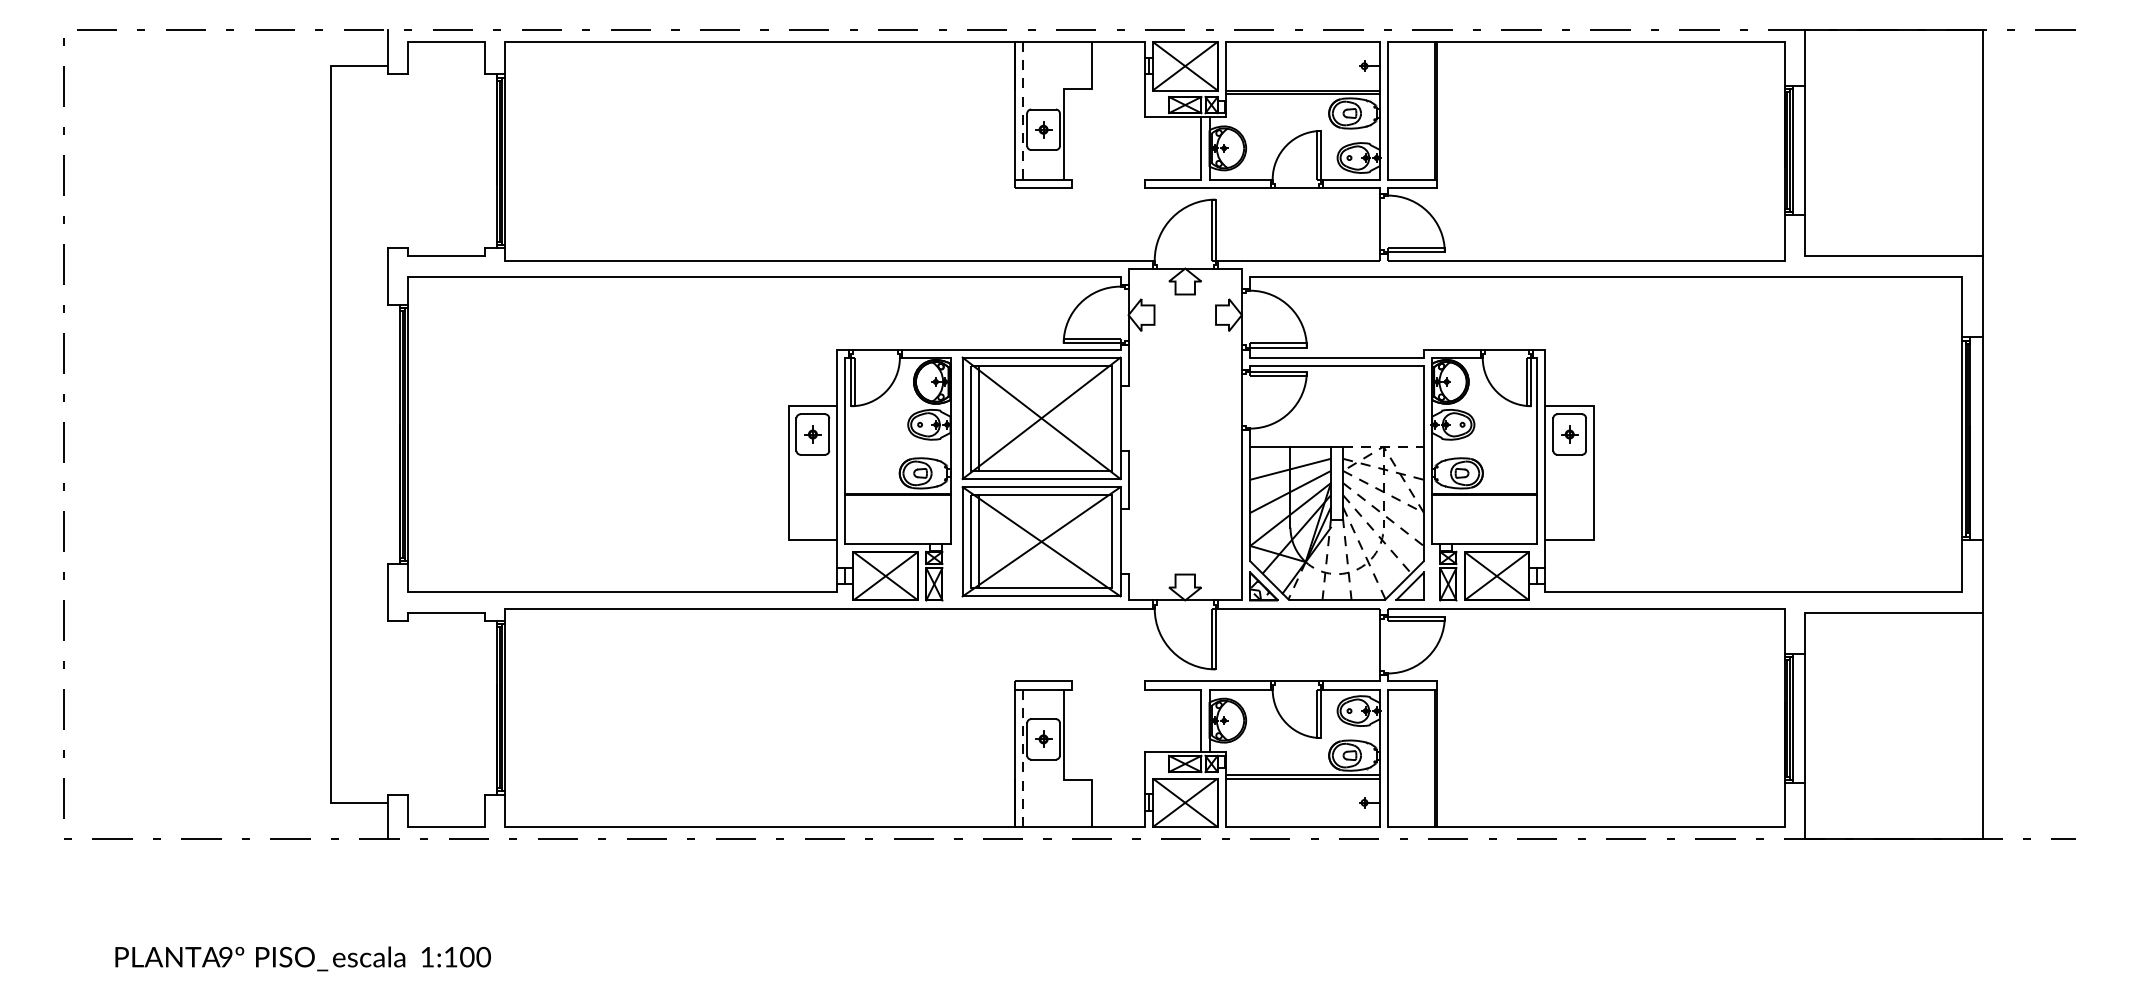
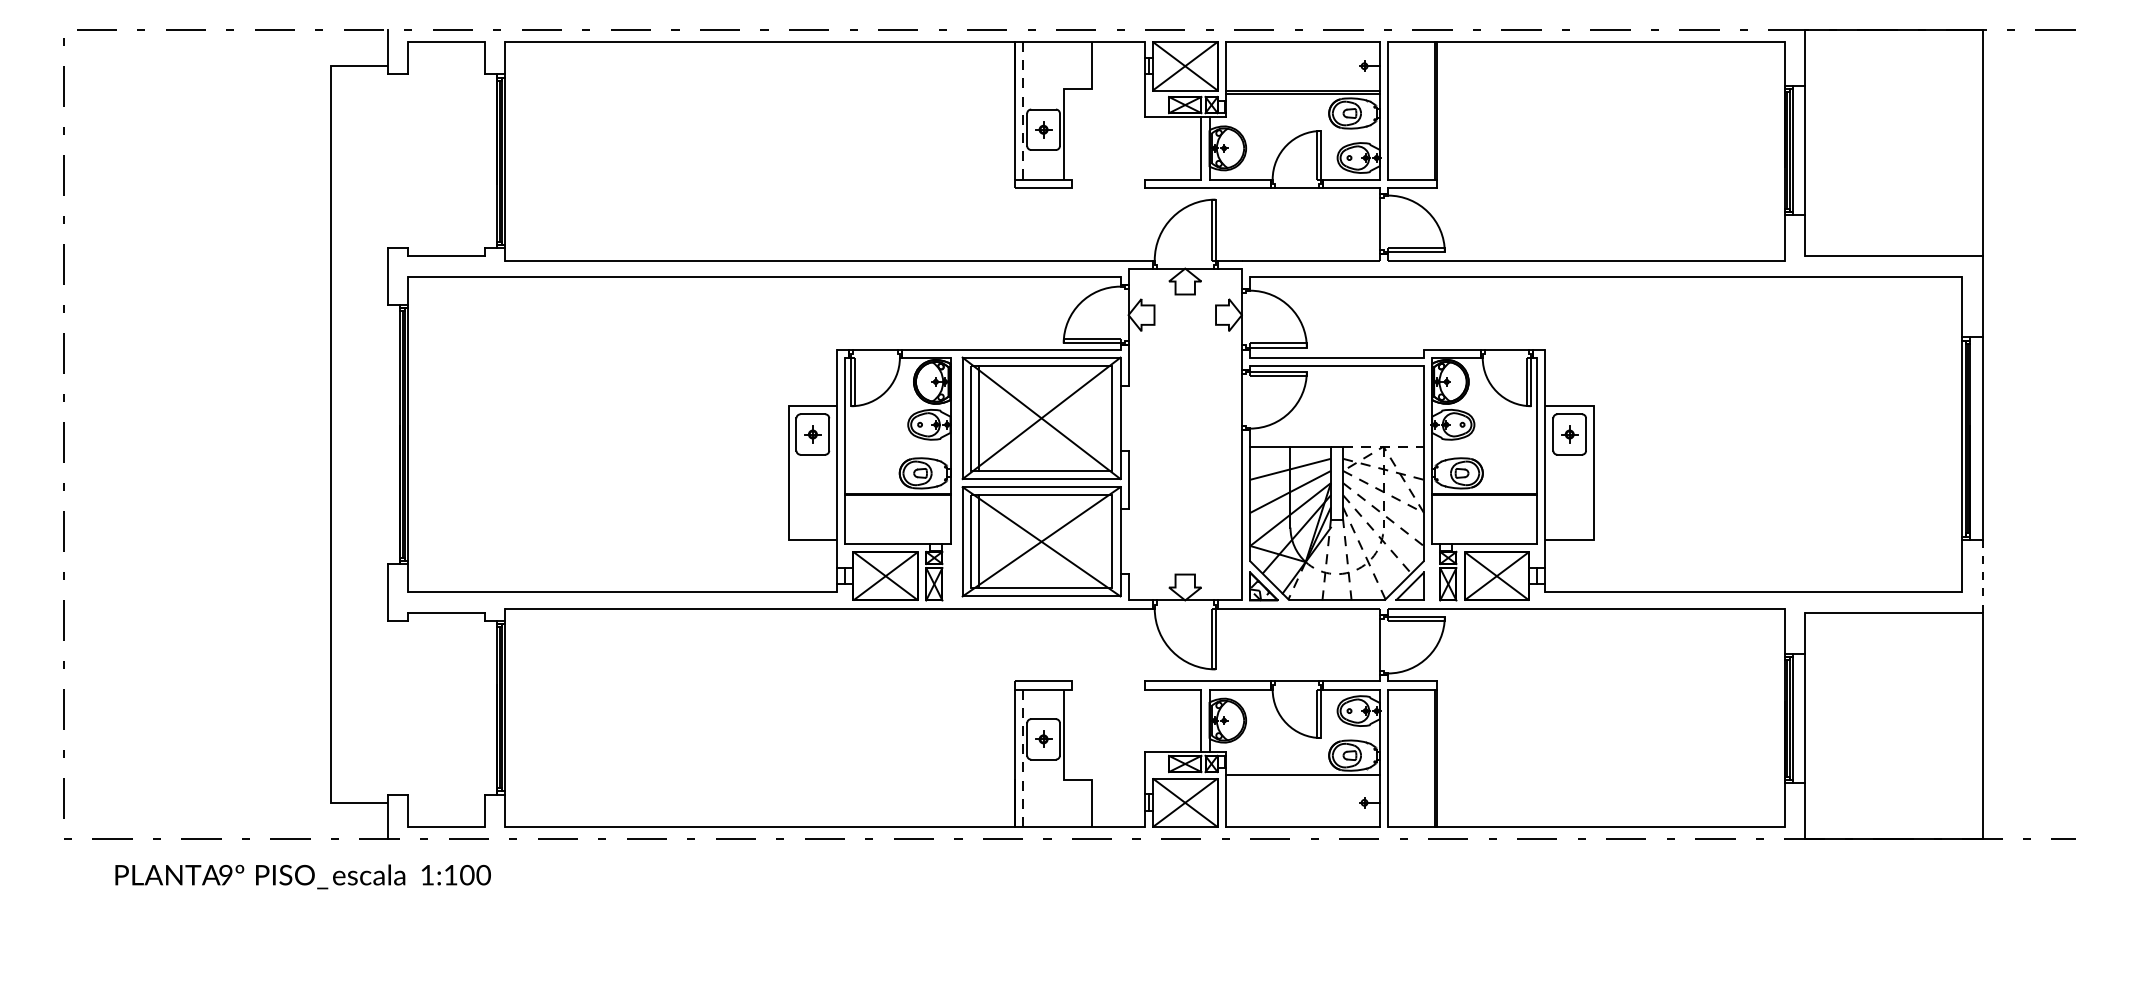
line at (1982, 575): solid -> dashed
line at (1302, 778): present -> none
text at (302, 958) position: (302, 958) -> (302, 876)
